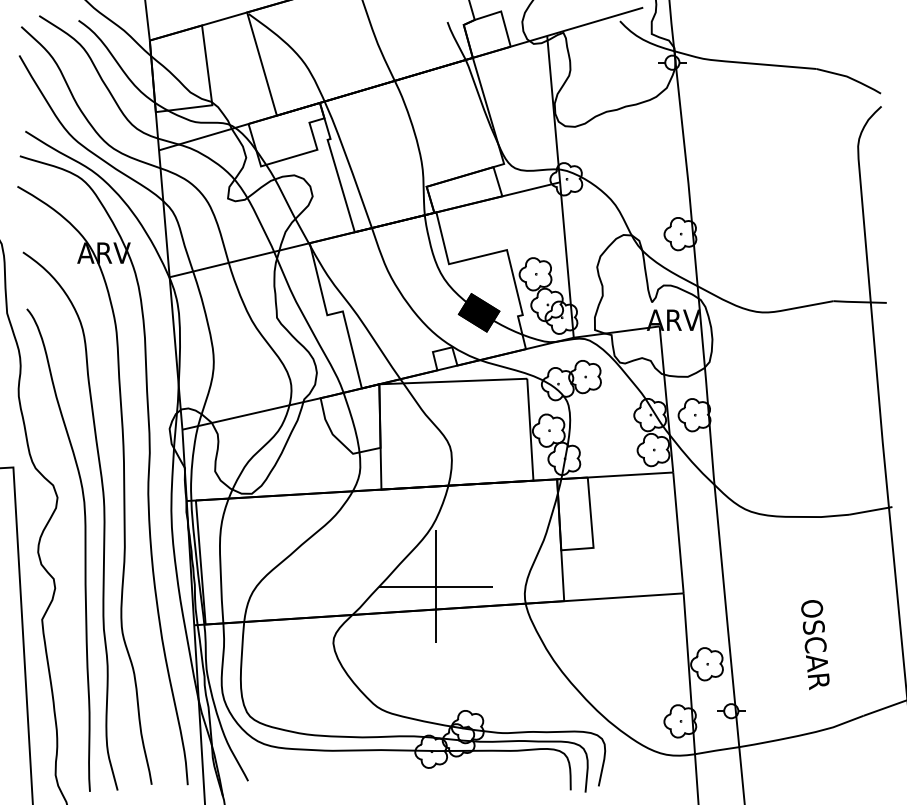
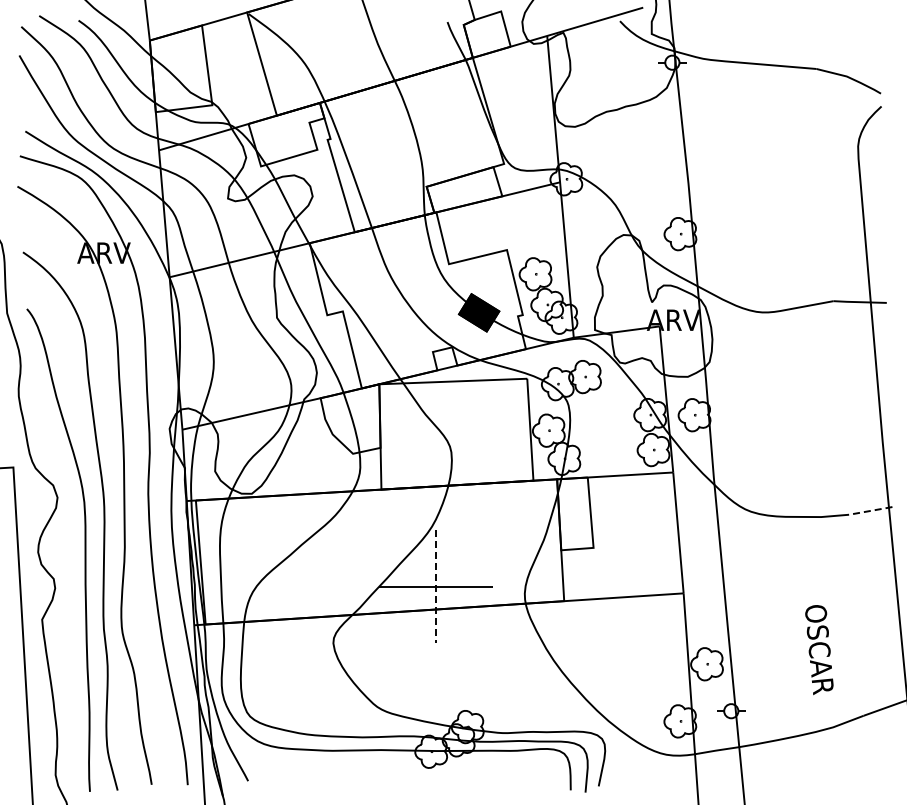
line at (870, 510): solid -> dashed
line at (435, 586): solid -> dashed
text at (815, 645) position: (815, 645) -> (819, 650)
